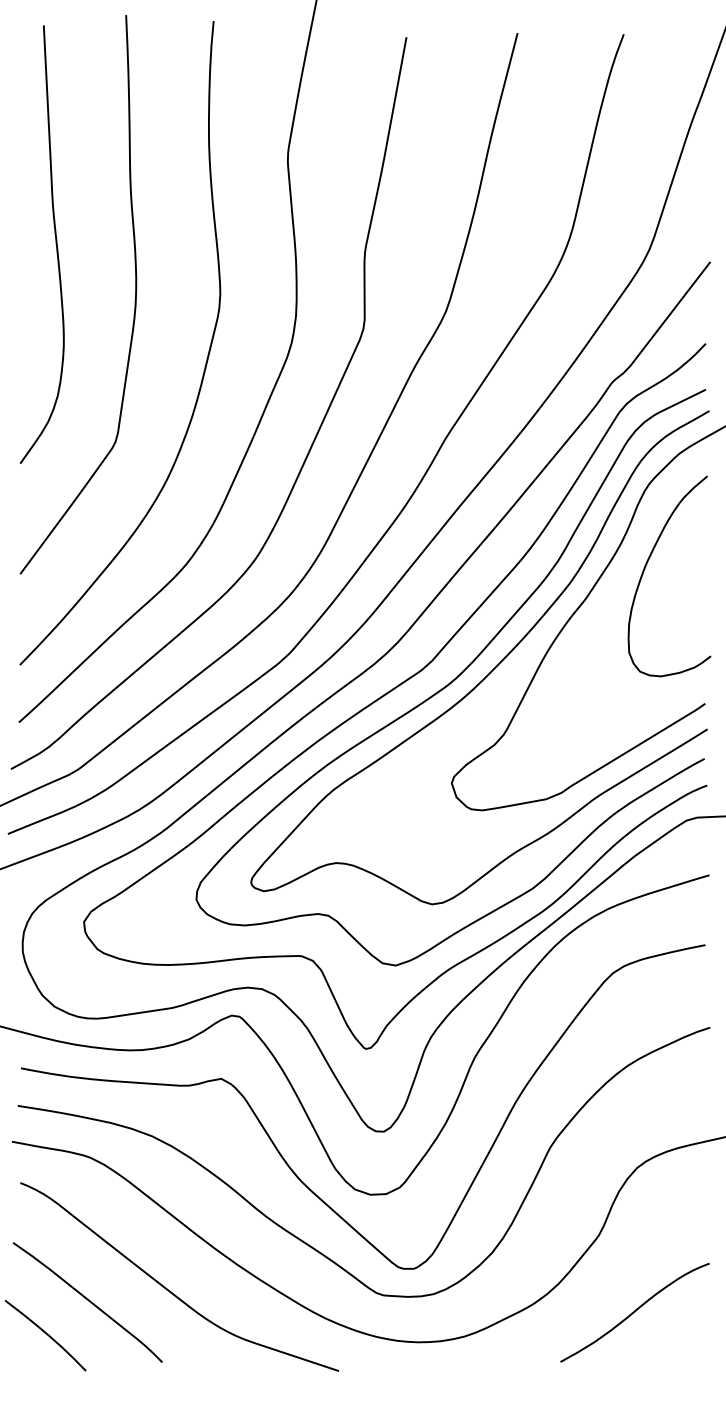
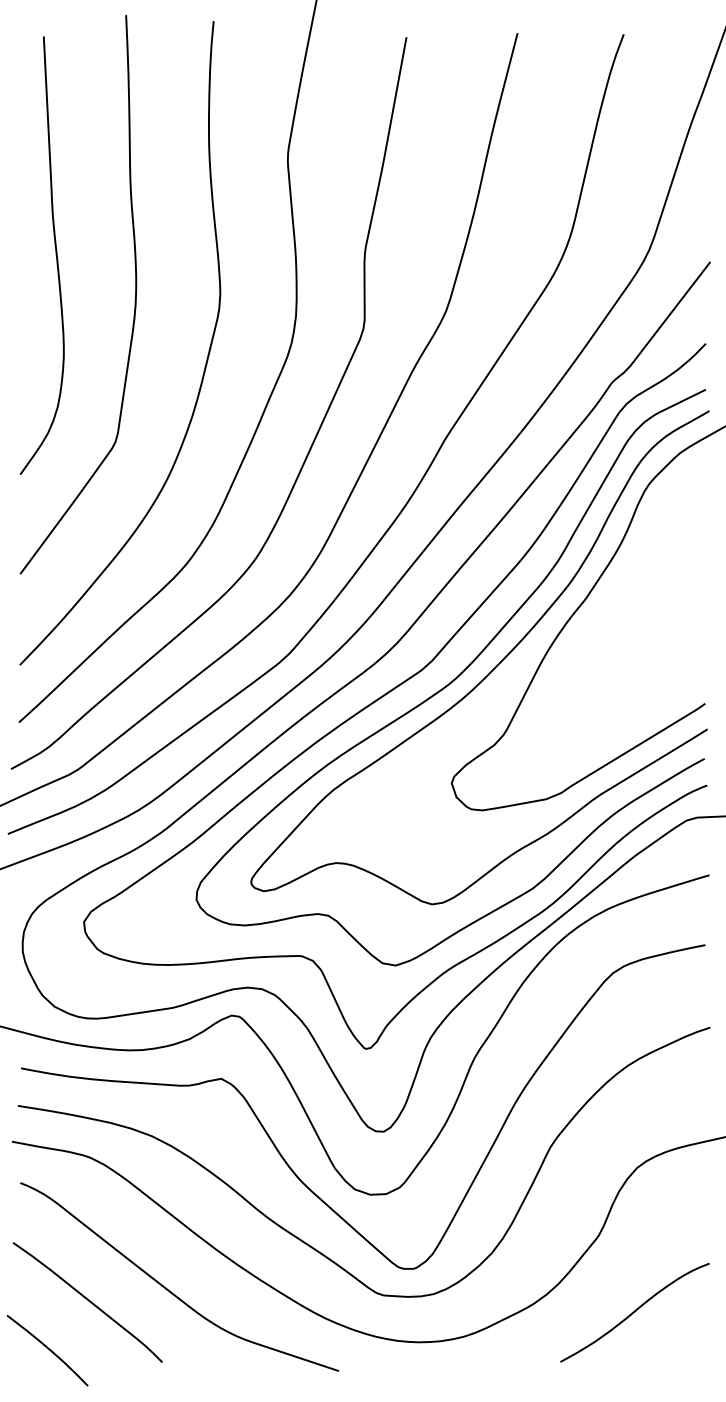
curve at (55, 244) position: (55, 244) -> (55, 255)
curve at (645, 569): present -> none
curve at (45, 1334) position: (45, 1334) -> (47, 1349)
